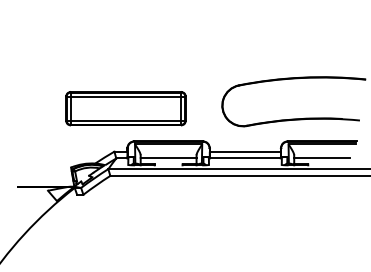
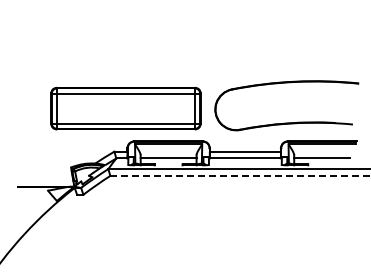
part at (125, 108) size: 122x36 px -> 152x45 px
part at (293, 118) position: (293, 118) -> (286, 122)
line at (240, 175): solid -> dashed
